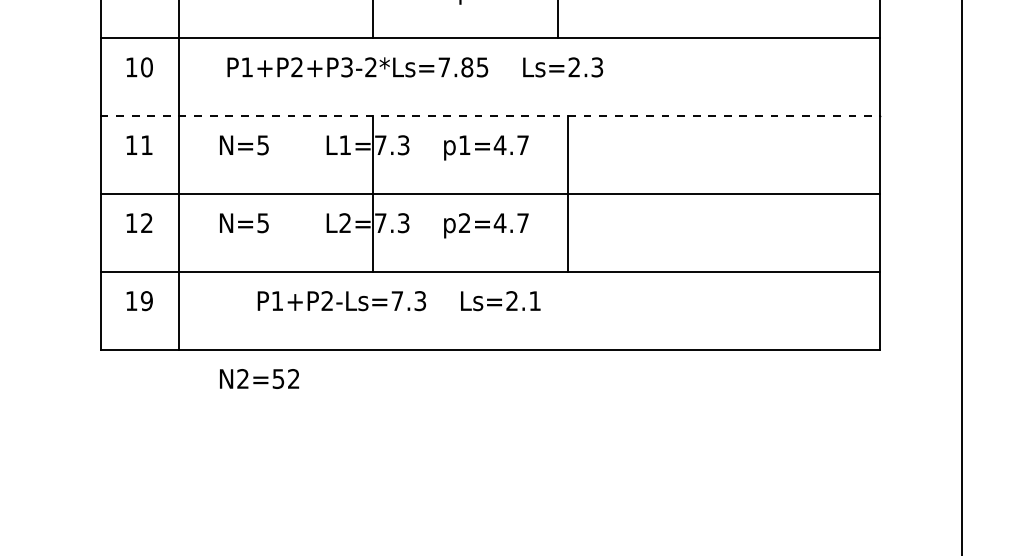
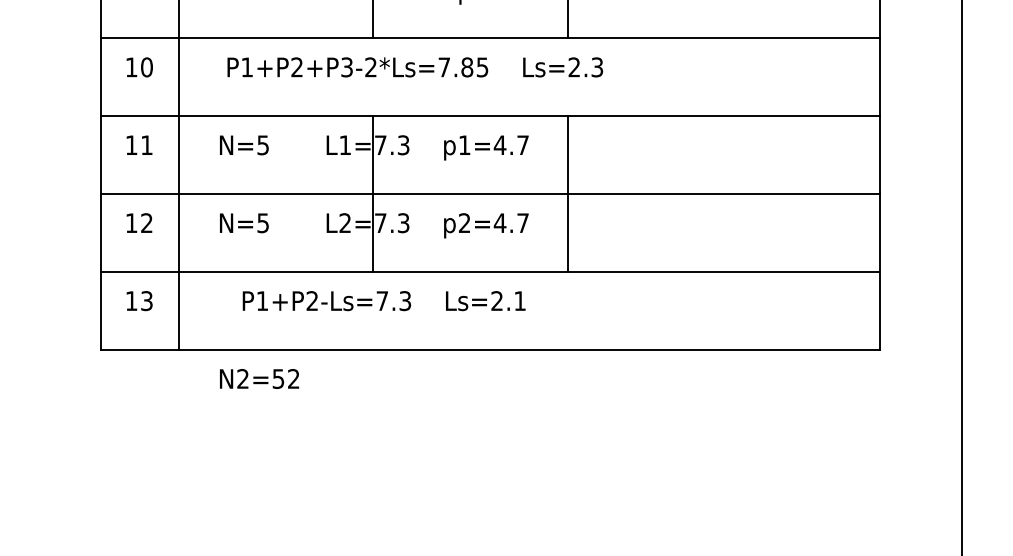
line at (558, 20) position: (558, 20) -> (568, 20)
line at (490, 116): dashed -> solid
text at (146, 300): 19 -> 13
text at (398, 301) position: (398, 301) -> (383, 301)
